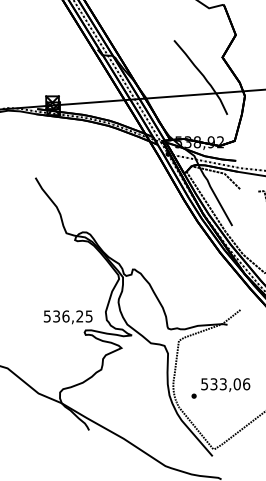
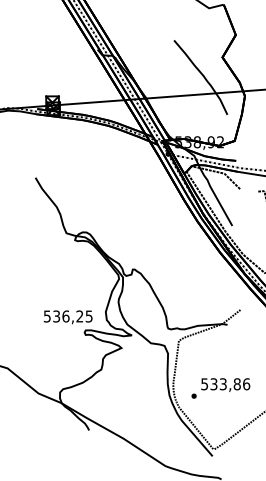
text at (236, 384): 533,06 -> 533,86
